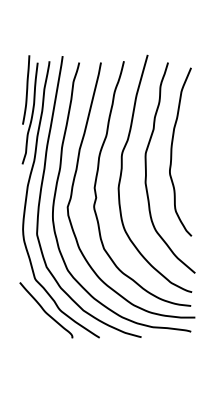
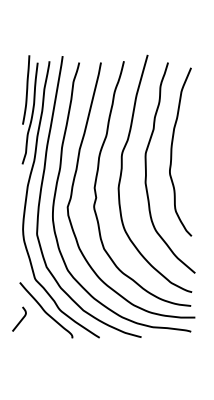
curve at (20, 319): none -> present
